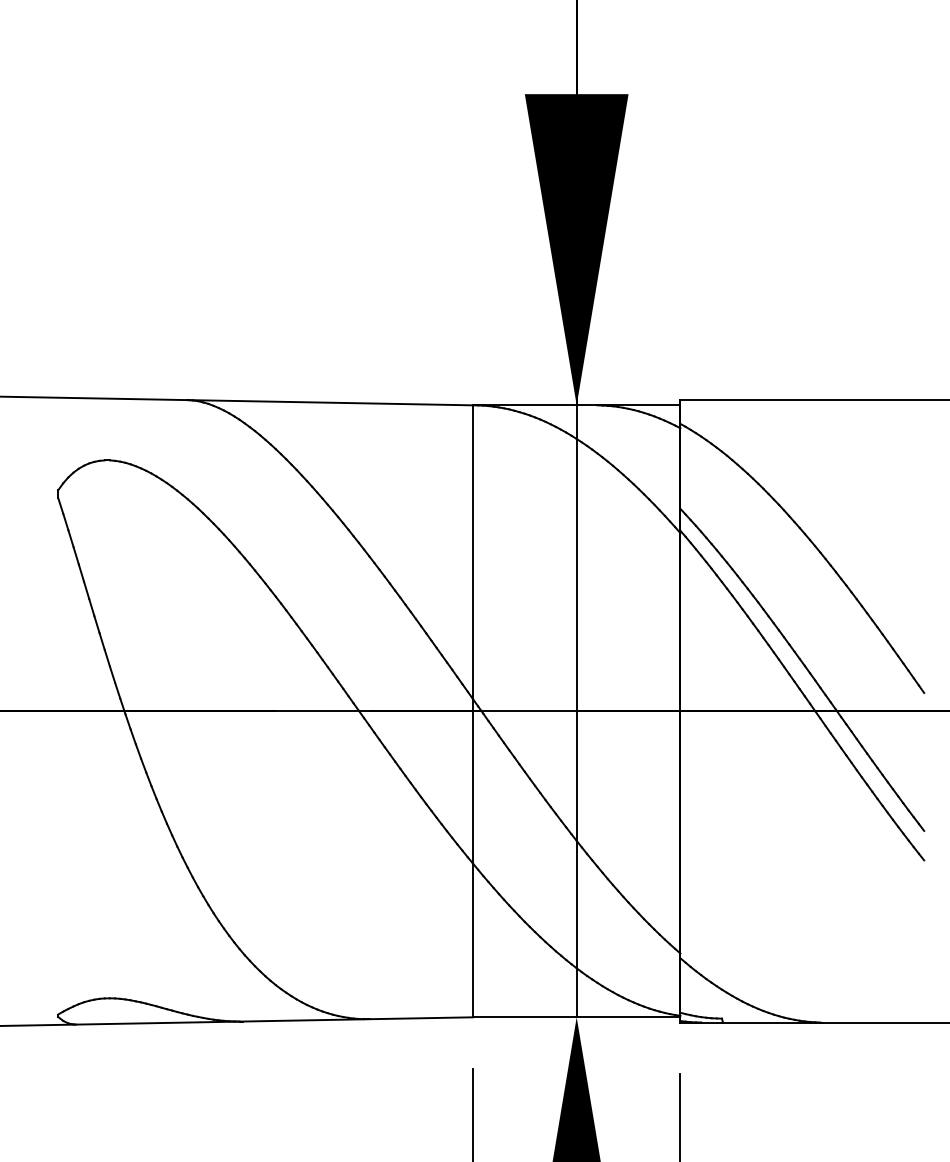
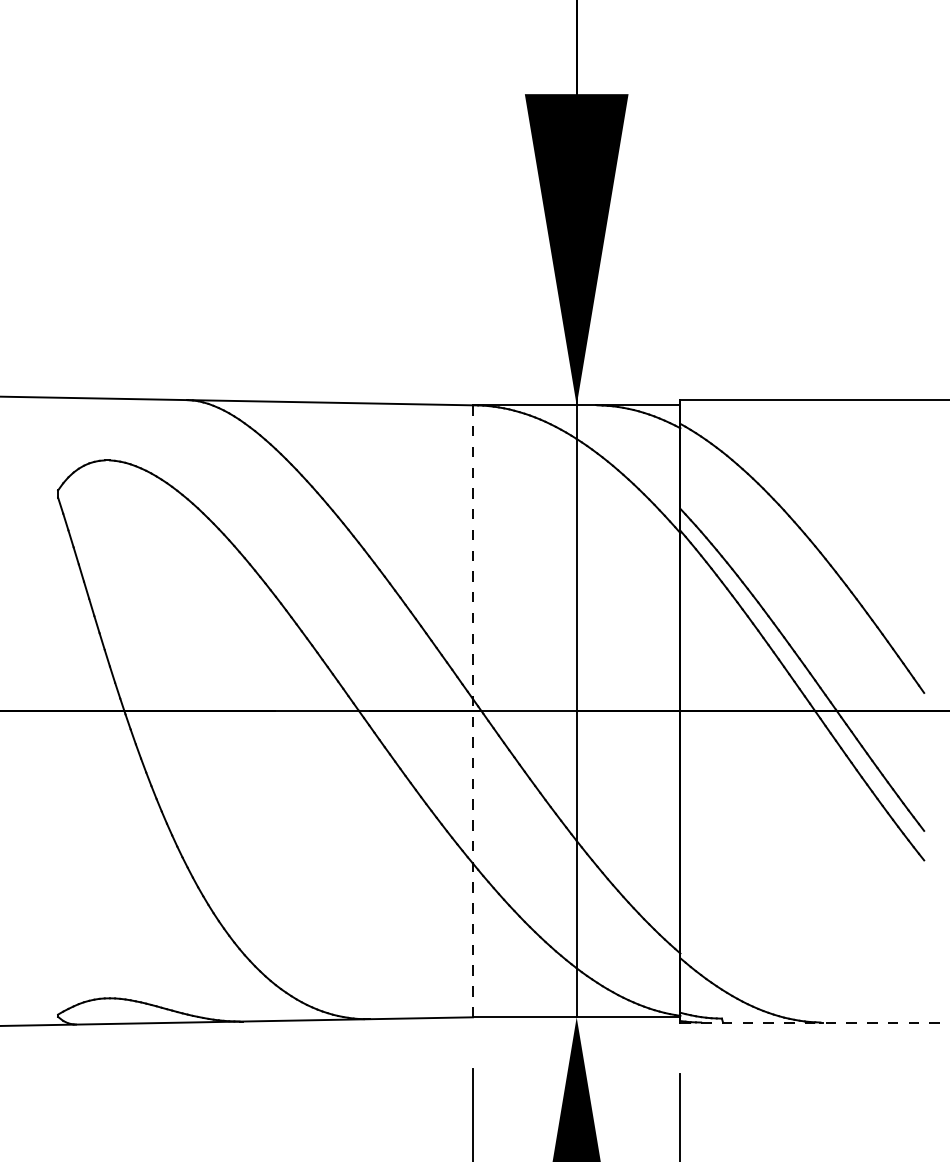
line at (472, 711): solid -> dashed
line at (815, 1022): solid -> dashed
